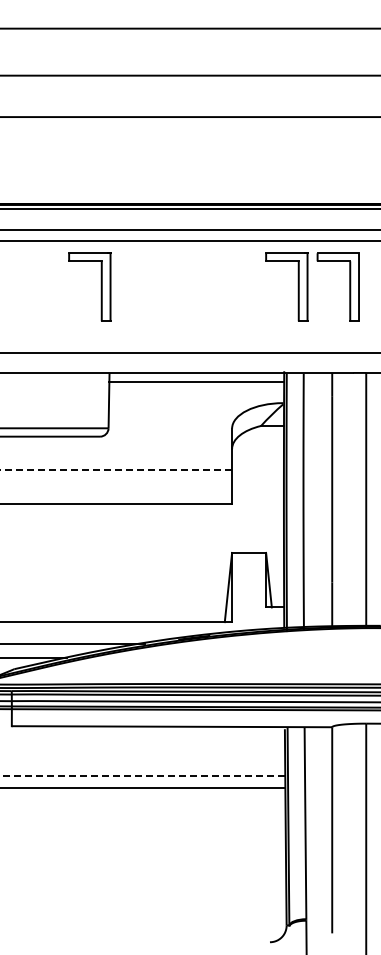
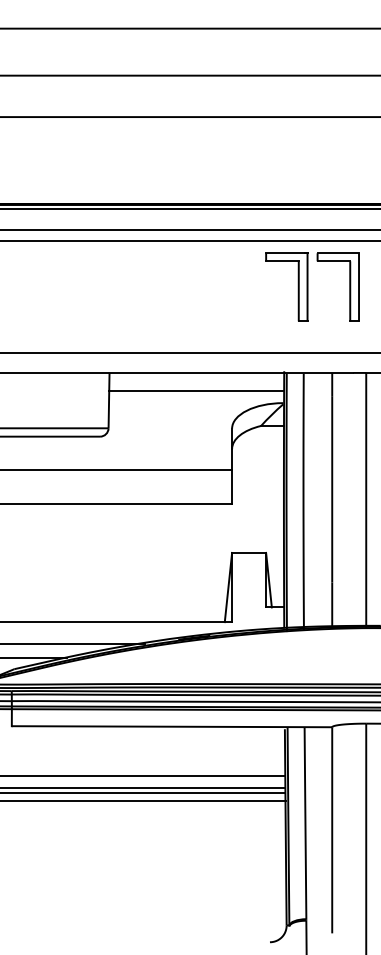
part at (100, 286): present -> none
line at (196, 382) position: (196, 382) -> (196, 391)
line at (116, 470): dashed -> solid
line at (143, 775): dashed -> solid
line at (143, 793): none -> present
line at (143, 800): none -> present
